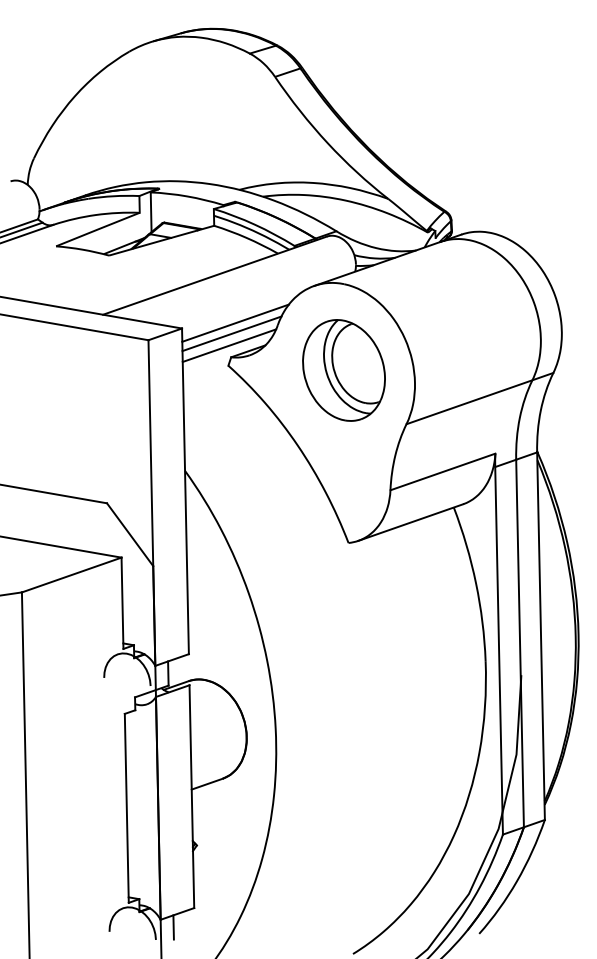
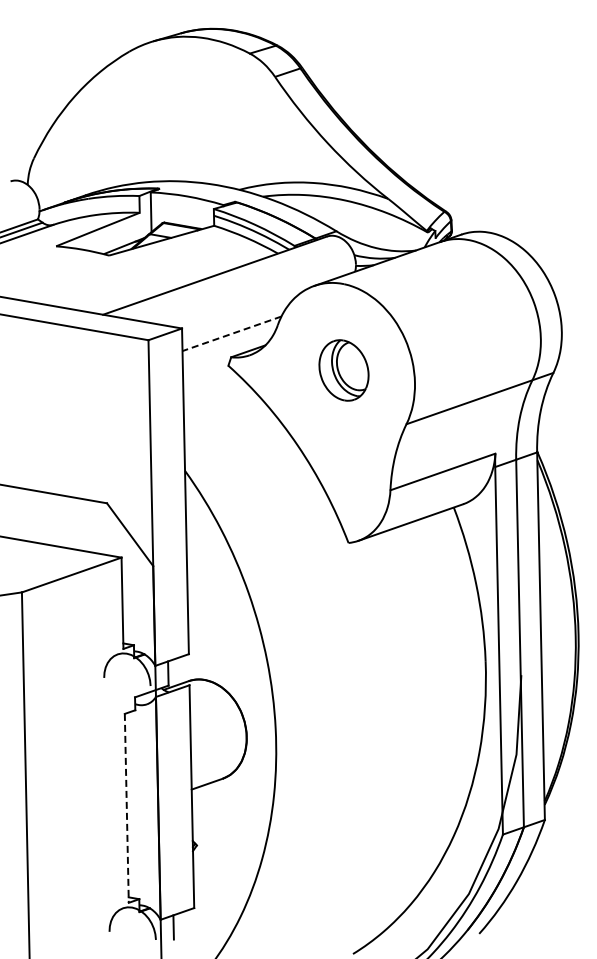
line at (235, 322): present -> none
line at (231, 333): solid -> dashed
line at (229, 345): present -> none
part at (343, 370) size: 84x103 px -> 52x63 px
line at (126, 808): solid -> dashed
